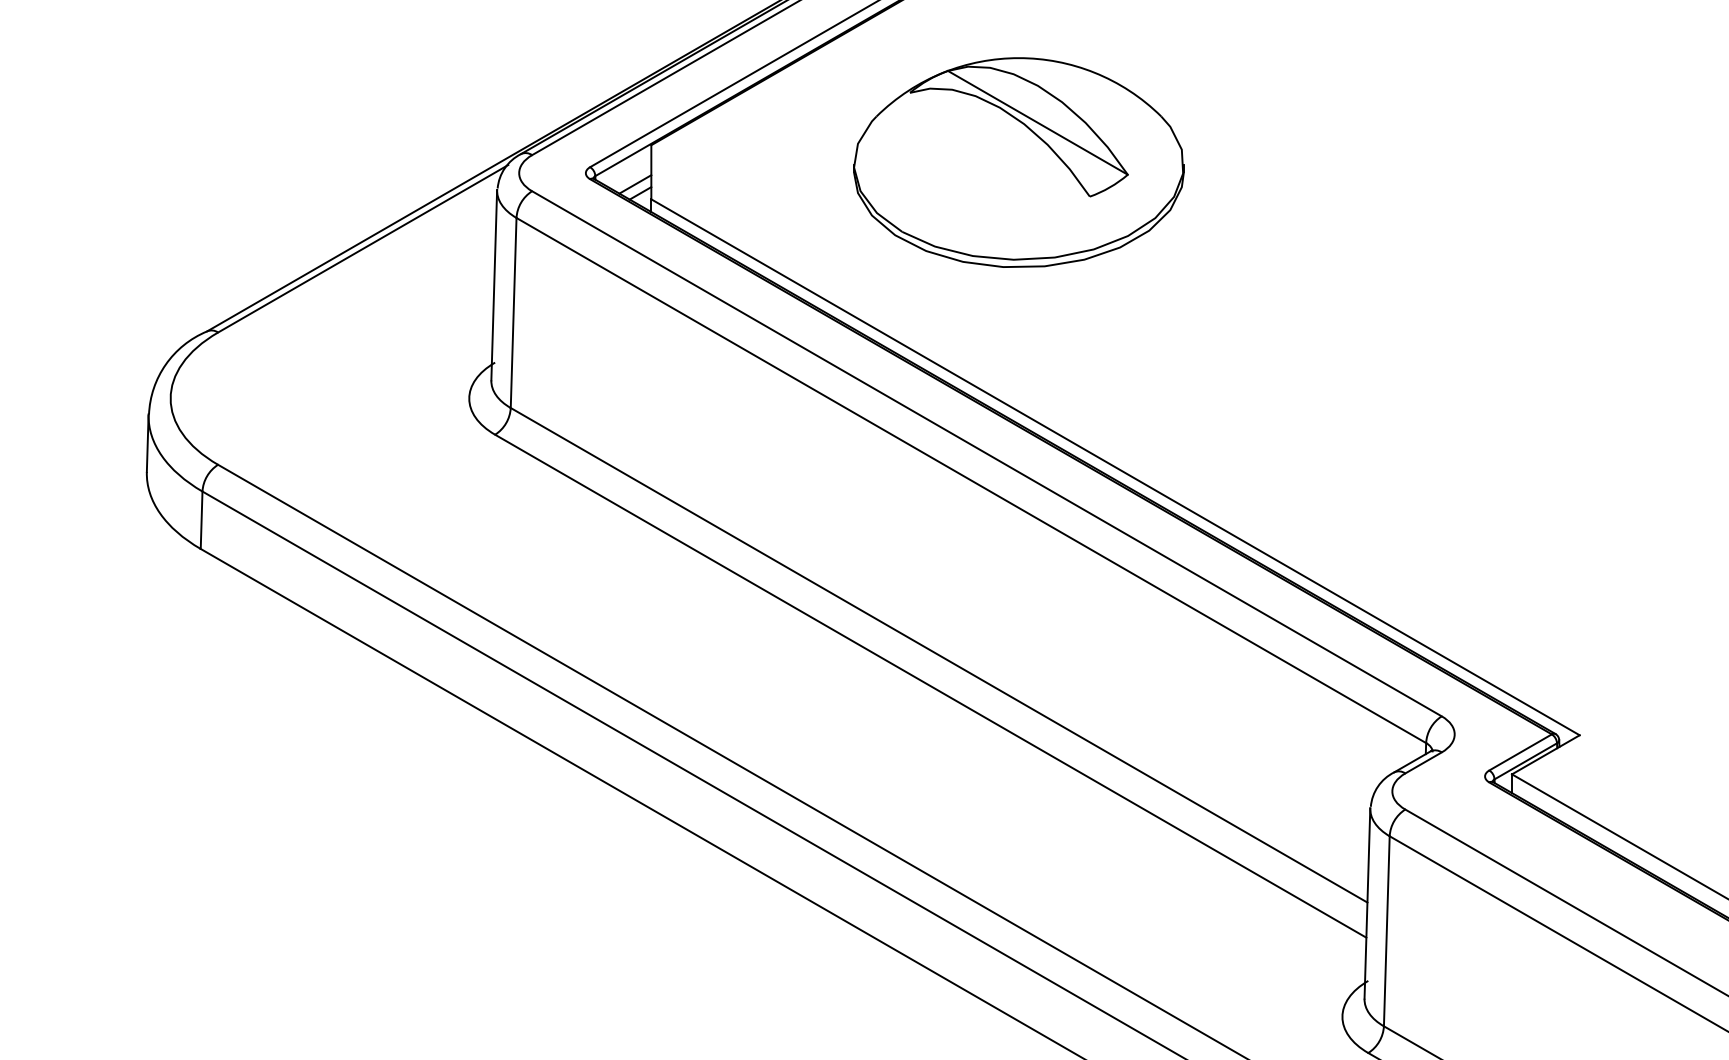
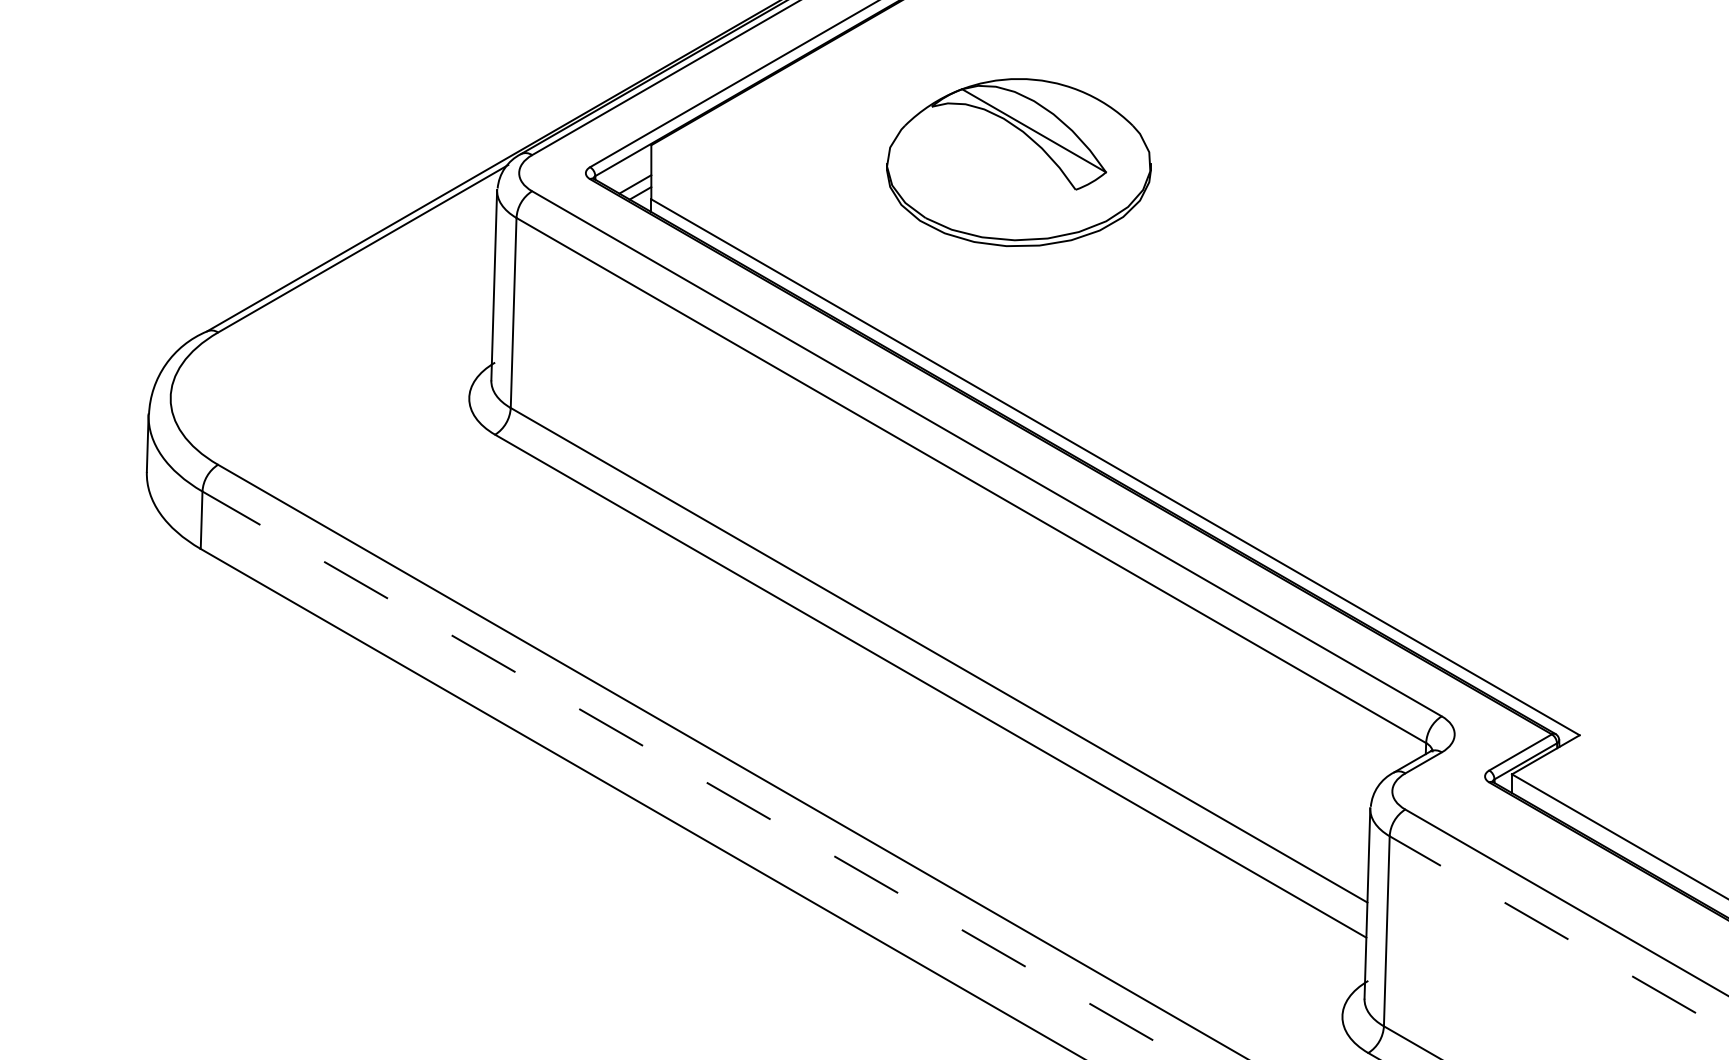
part at (1018, 162) size: 332x211 px -> 266x169 px
line at (694, 775): solid -> dashed
line at (1559, 934): solid -> dashed
